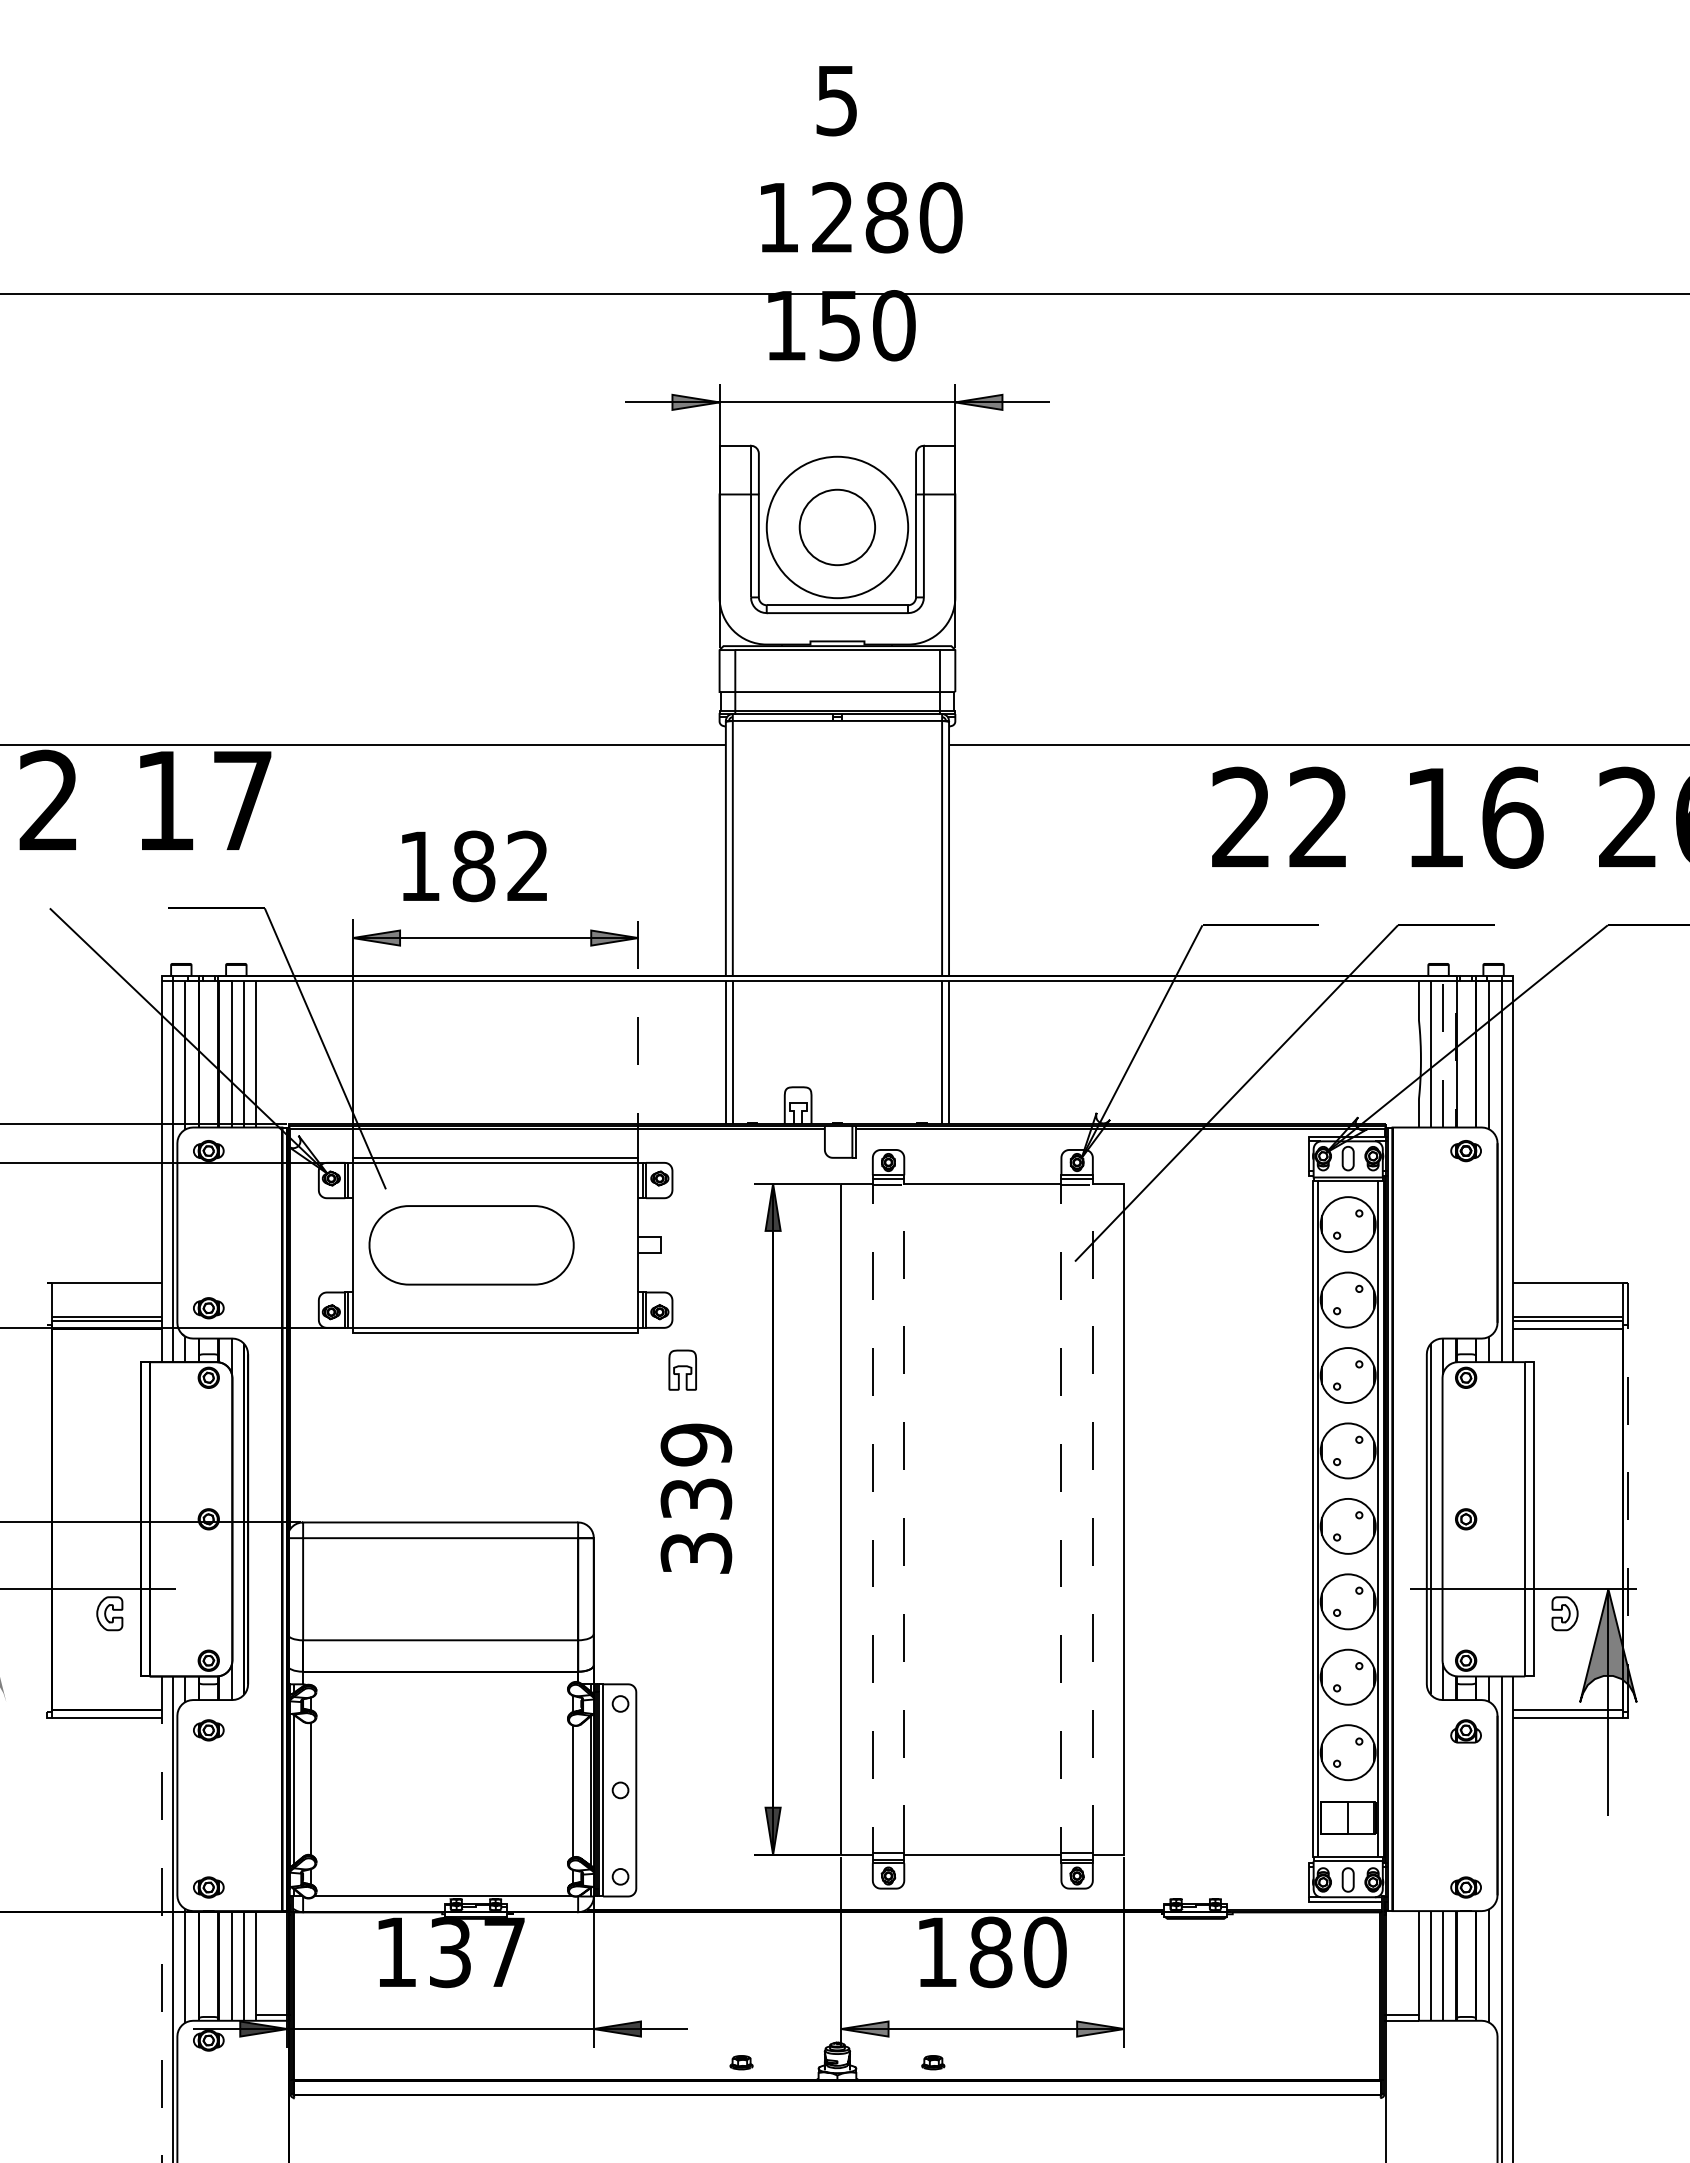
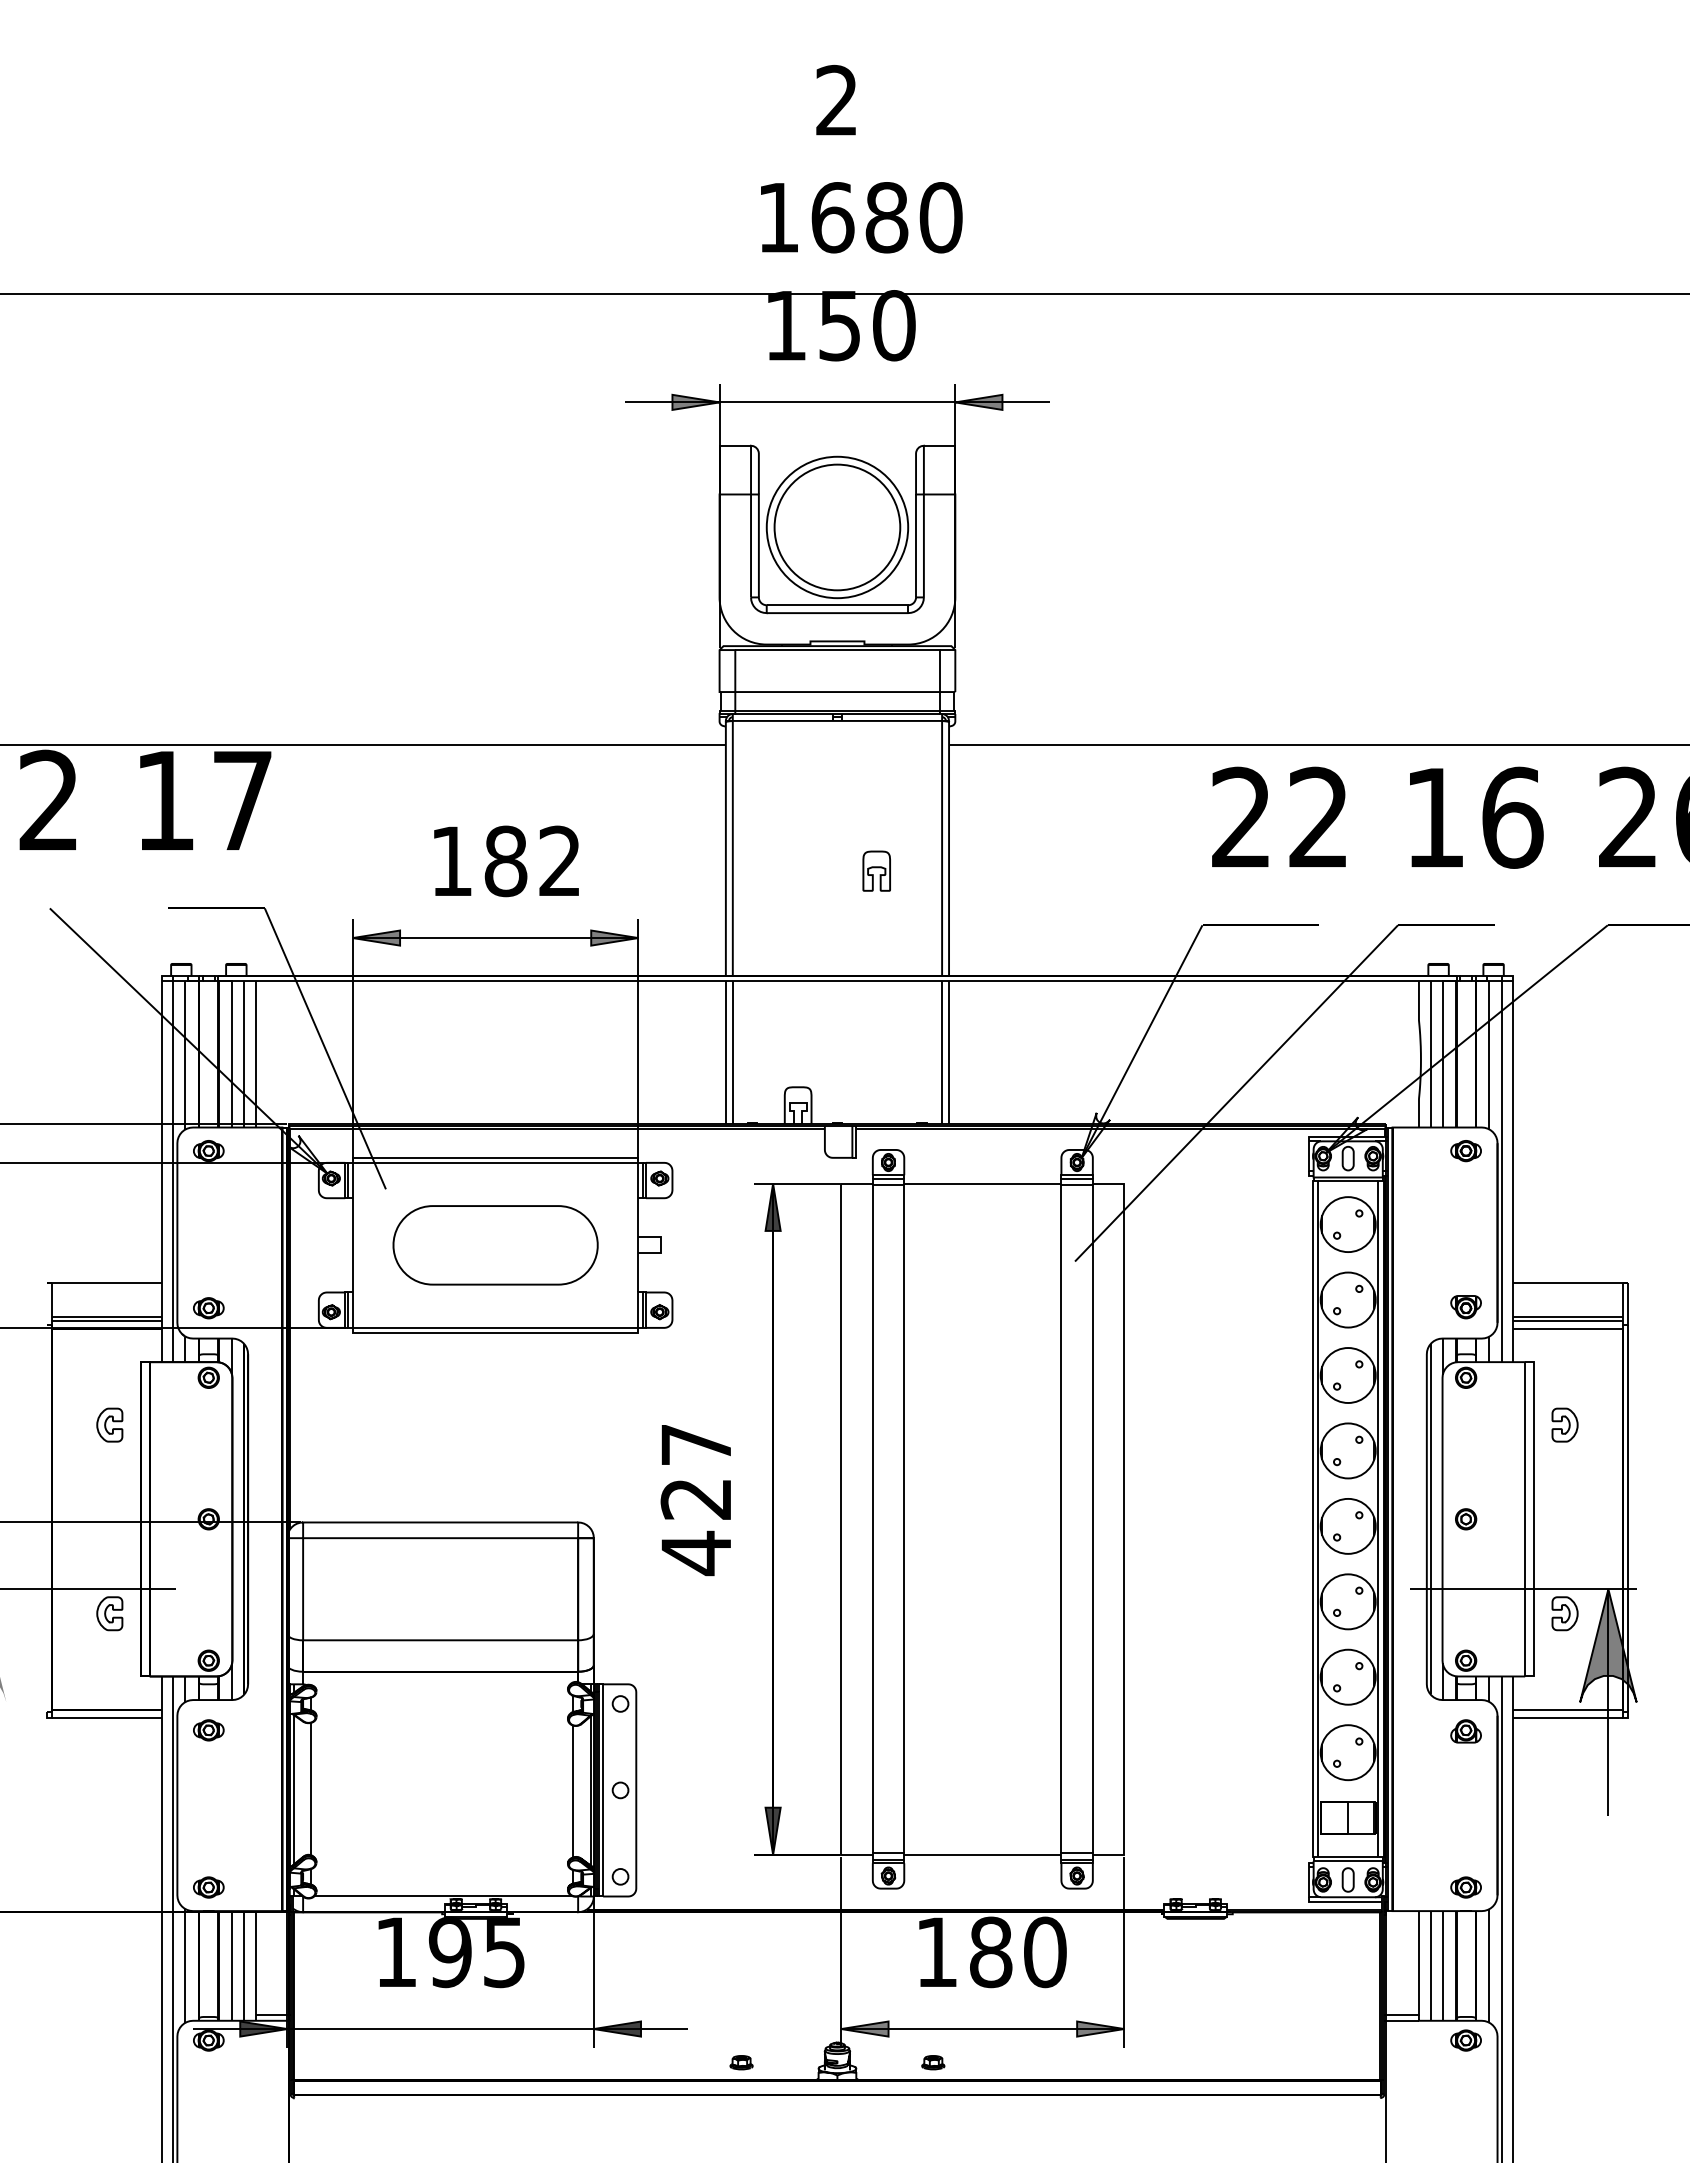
text at (836, 100): 5 -> 2
text at (832, 217): 1280 -> 1680
circle at (837, 527) diameter: 75 px -> 126 px
text at (474, 866) position: (474, 866) -> (506, 861)
line at (1449, 981): dashed -> solid
line at (638, 1040): dashed -> solid
line at (888, 1185): dashed -> solid
line at (1077, 1185): dashed -> solid
part at (471, 1245) position: (471, 1245) -> (495, 1245)
part at (1465, 1307): none -> present
part at (682, 1369) position: (682, 1369) -> (876, 870)
part at (109, 1424): none -> present
part at (1564, 1424): none -> present
text at (696, 1499): 339 -> 427
line at (1627, 1518): dashed -> solid
line at (161, 1919): dashed -> solid
text at (476, 1952): 137 -> 195
part at (1465, 2040): none -> present
